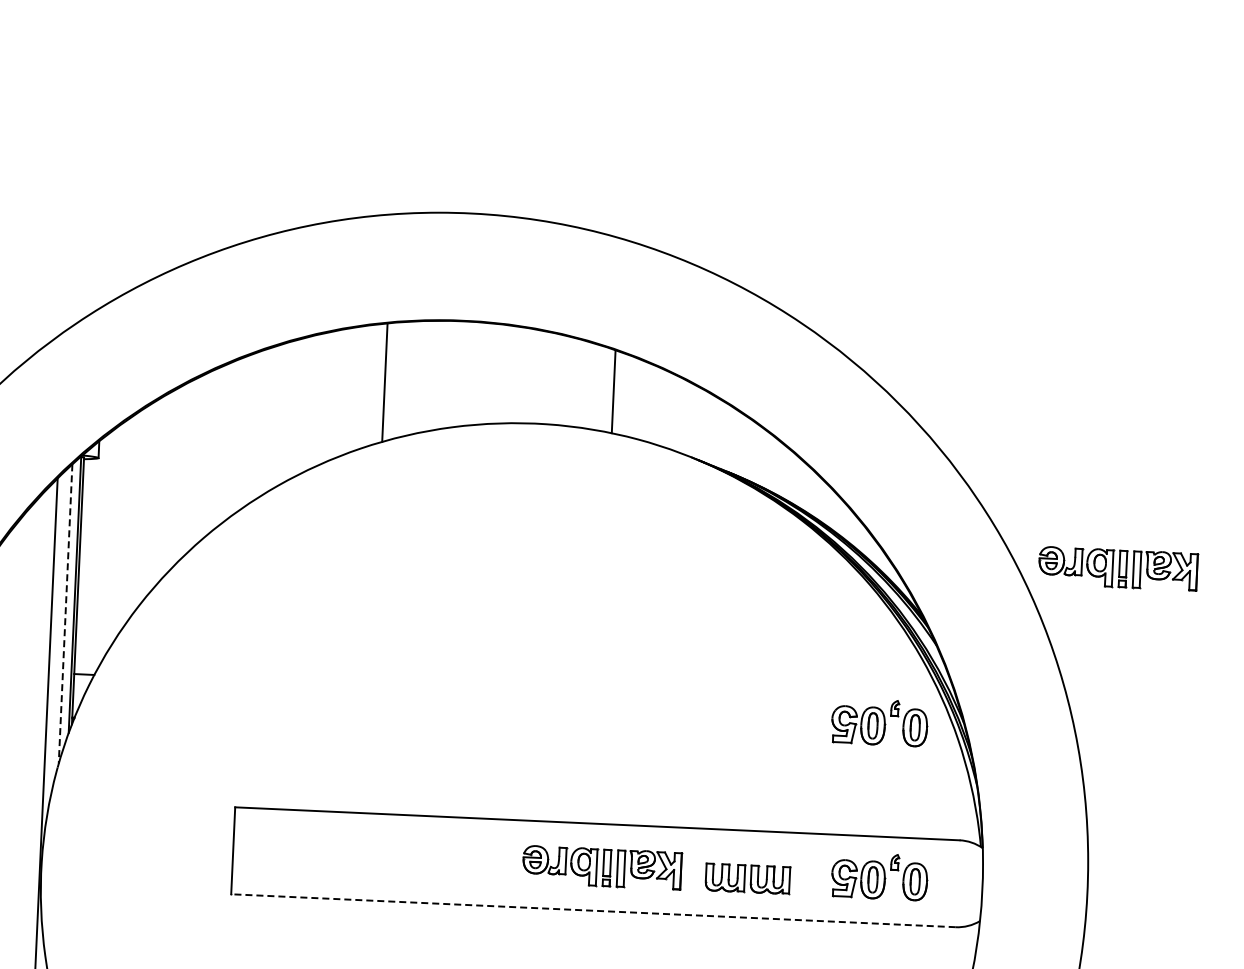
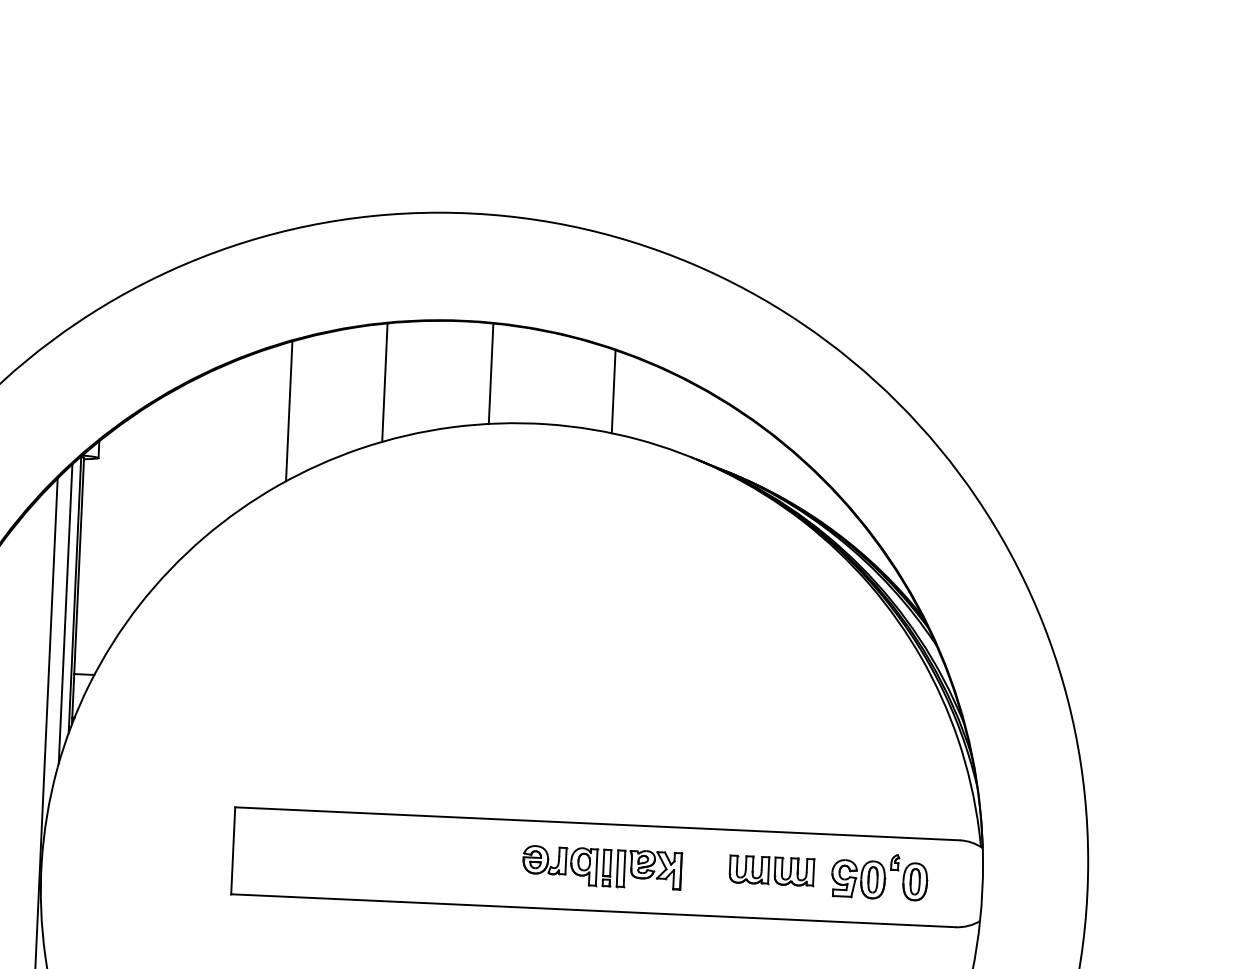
line at (490, 373): none -> present
line at (289, 411): none -> present
part at (1118, 568): present -> none
line at (65, 613): dashed -> solid
part at (879, 723): present -> none
part at (747, 878) position: (747, 878) -> (771, 870)
line at (593, 910): dashed -> solid
